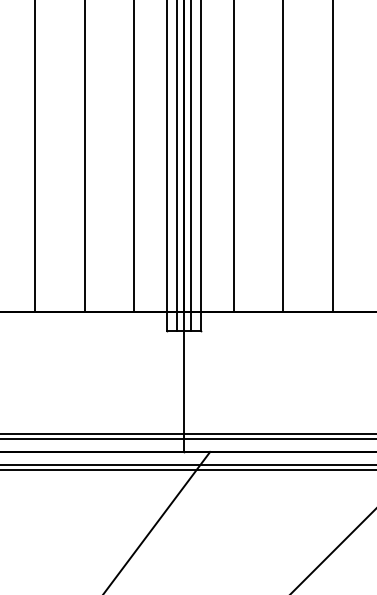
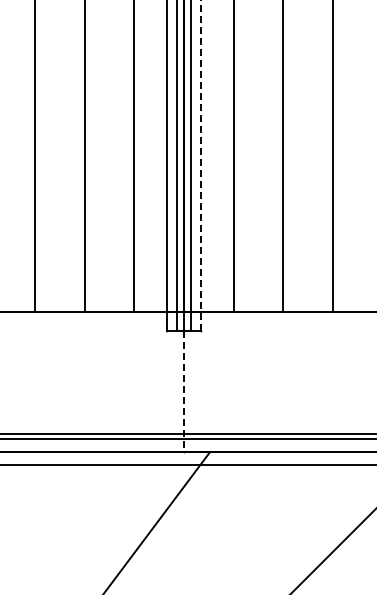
line at (200, 164): solid -> dashed
line at (183, 391): solid -> dashed
line at (187, 470): present -> none
